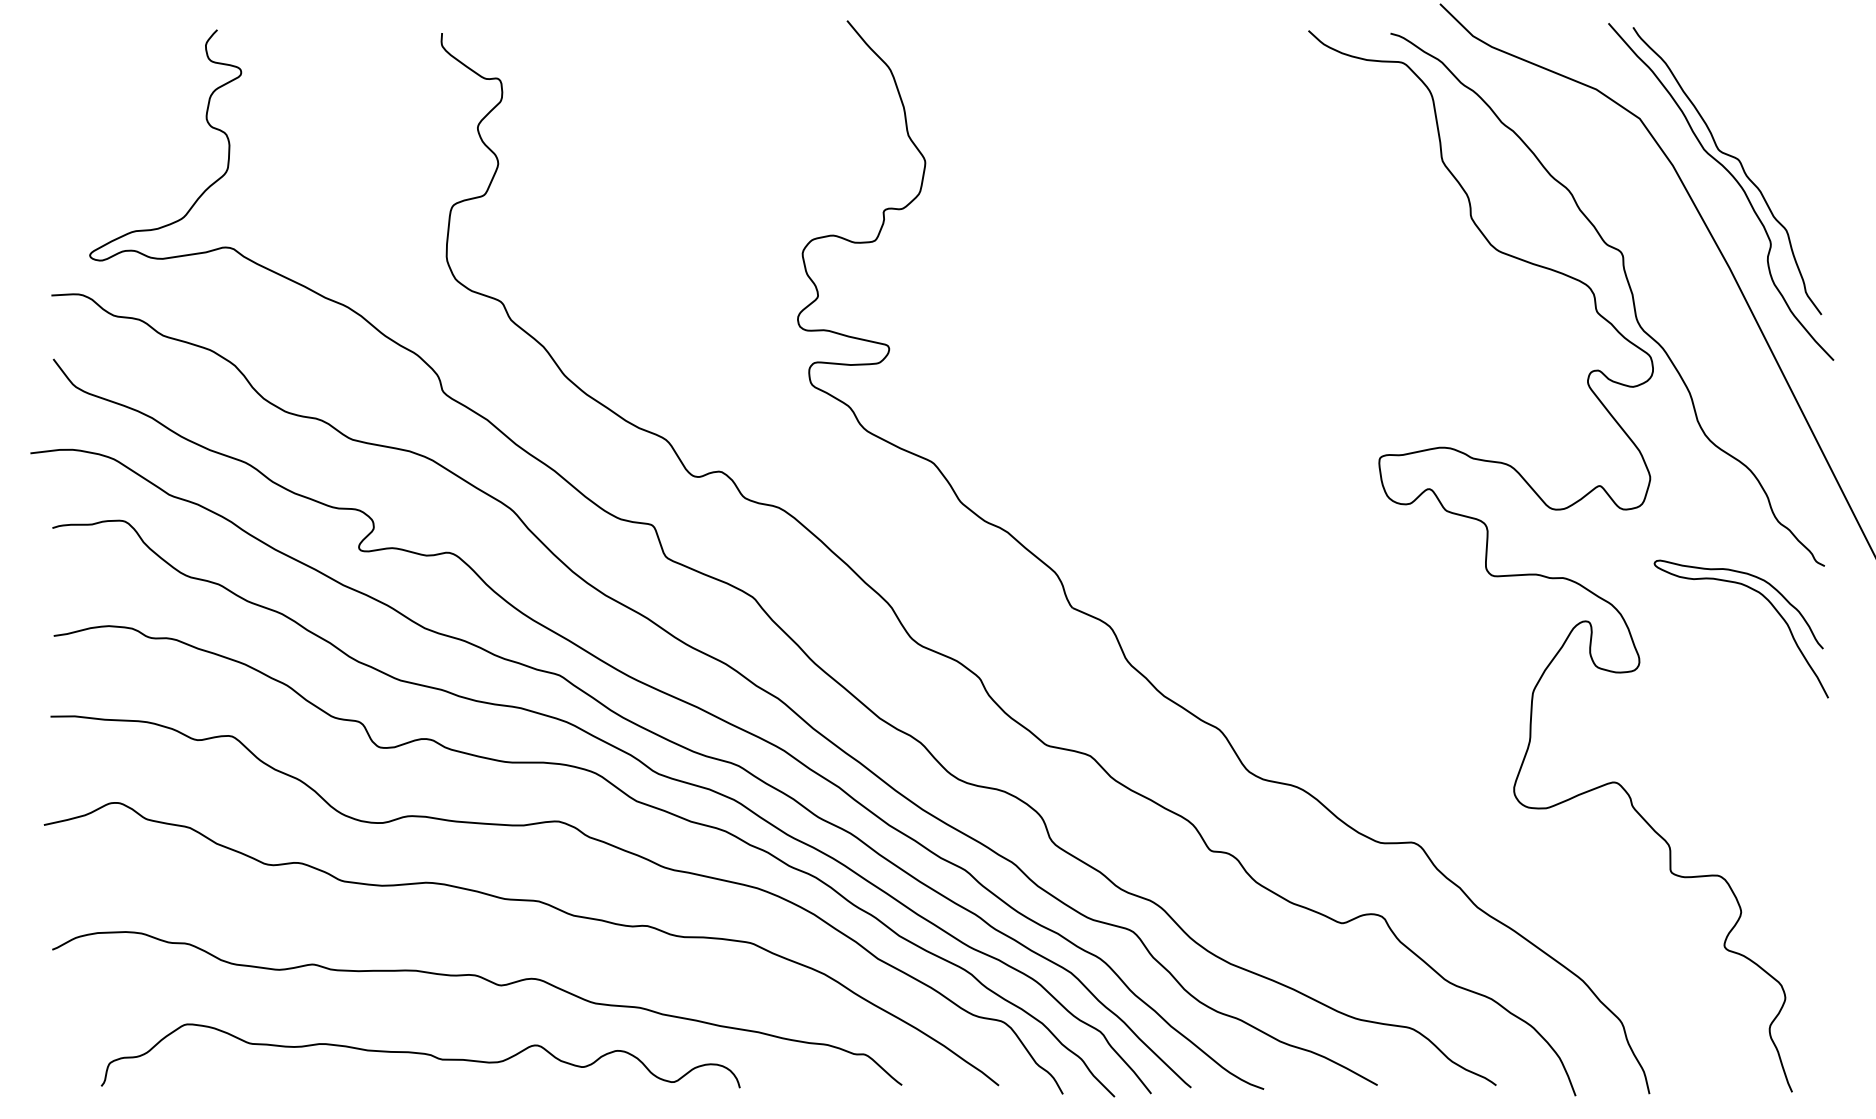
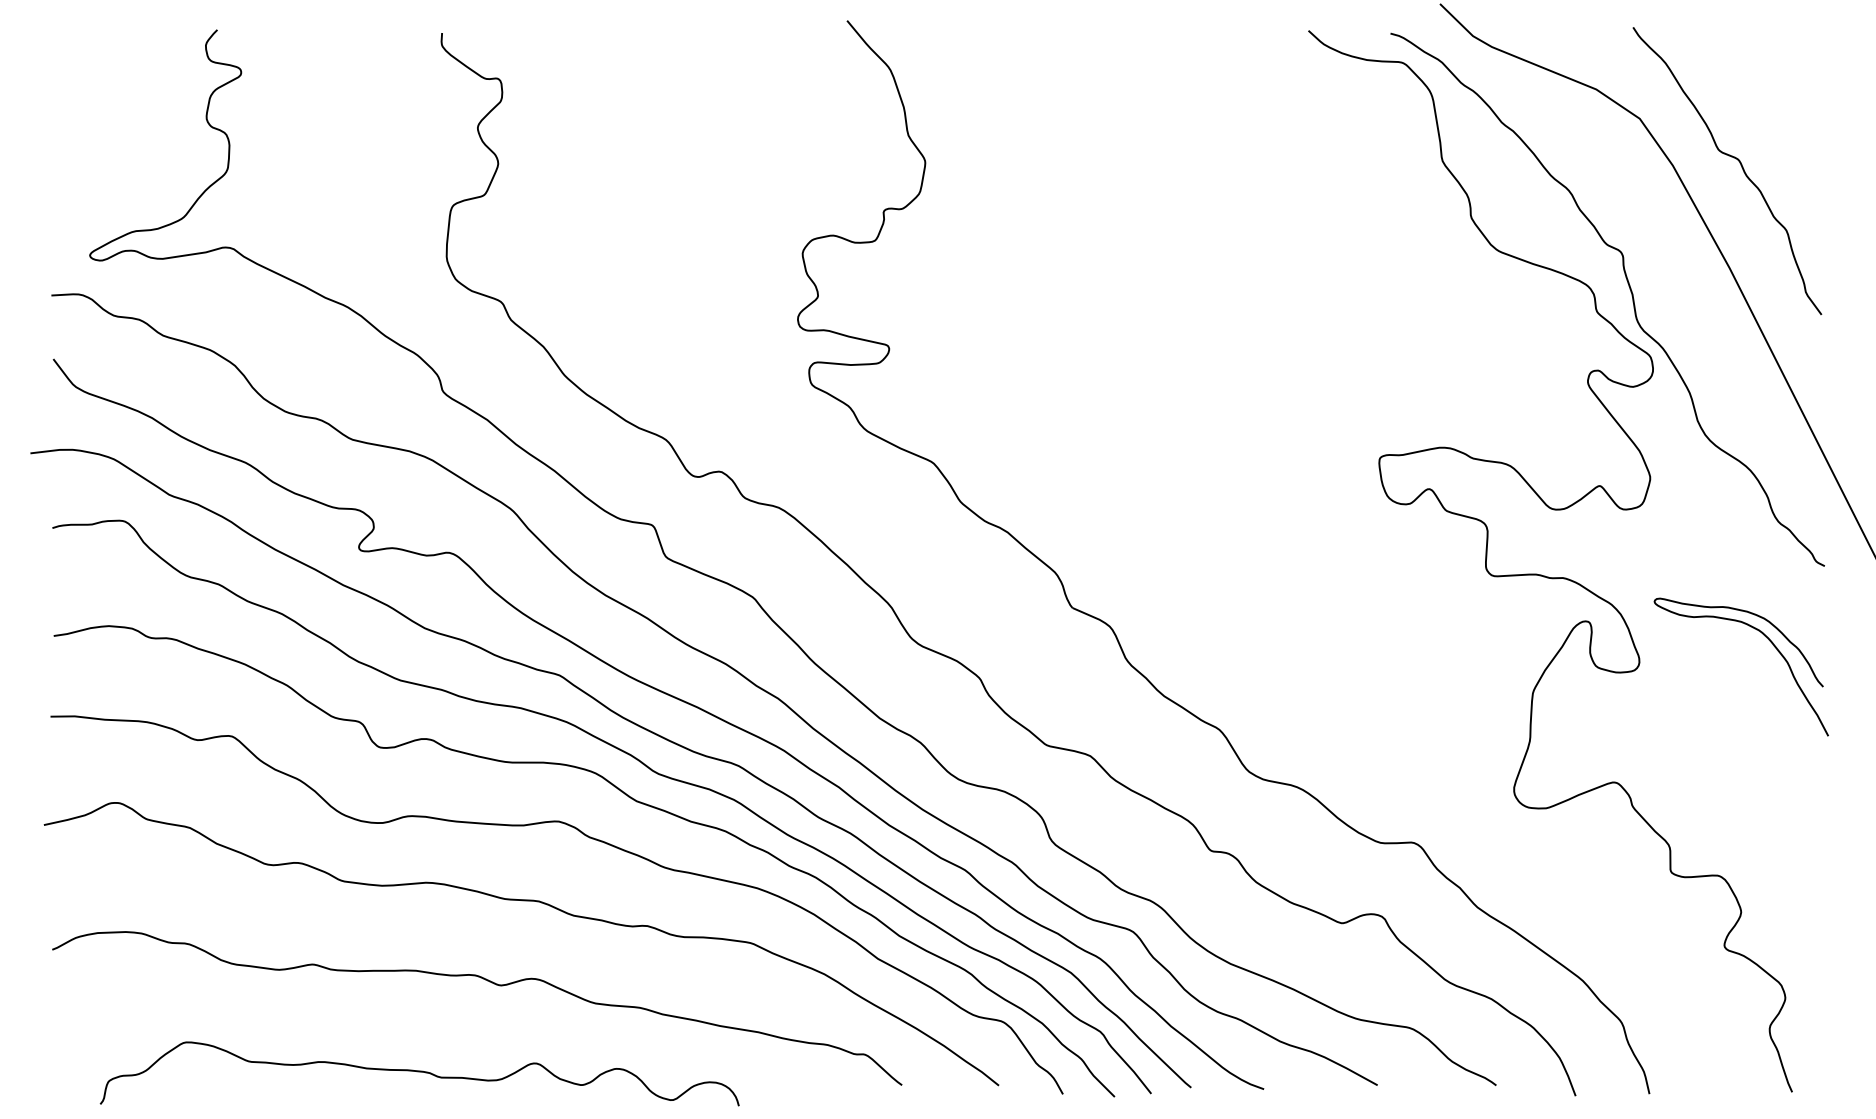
curve at (1735, 181): present -> none
curve at (1768, 602) position: (1768, 602) -> (1768, 640)
curve at (420, 1054) position: (420, 1054) -> (419, 1072)
